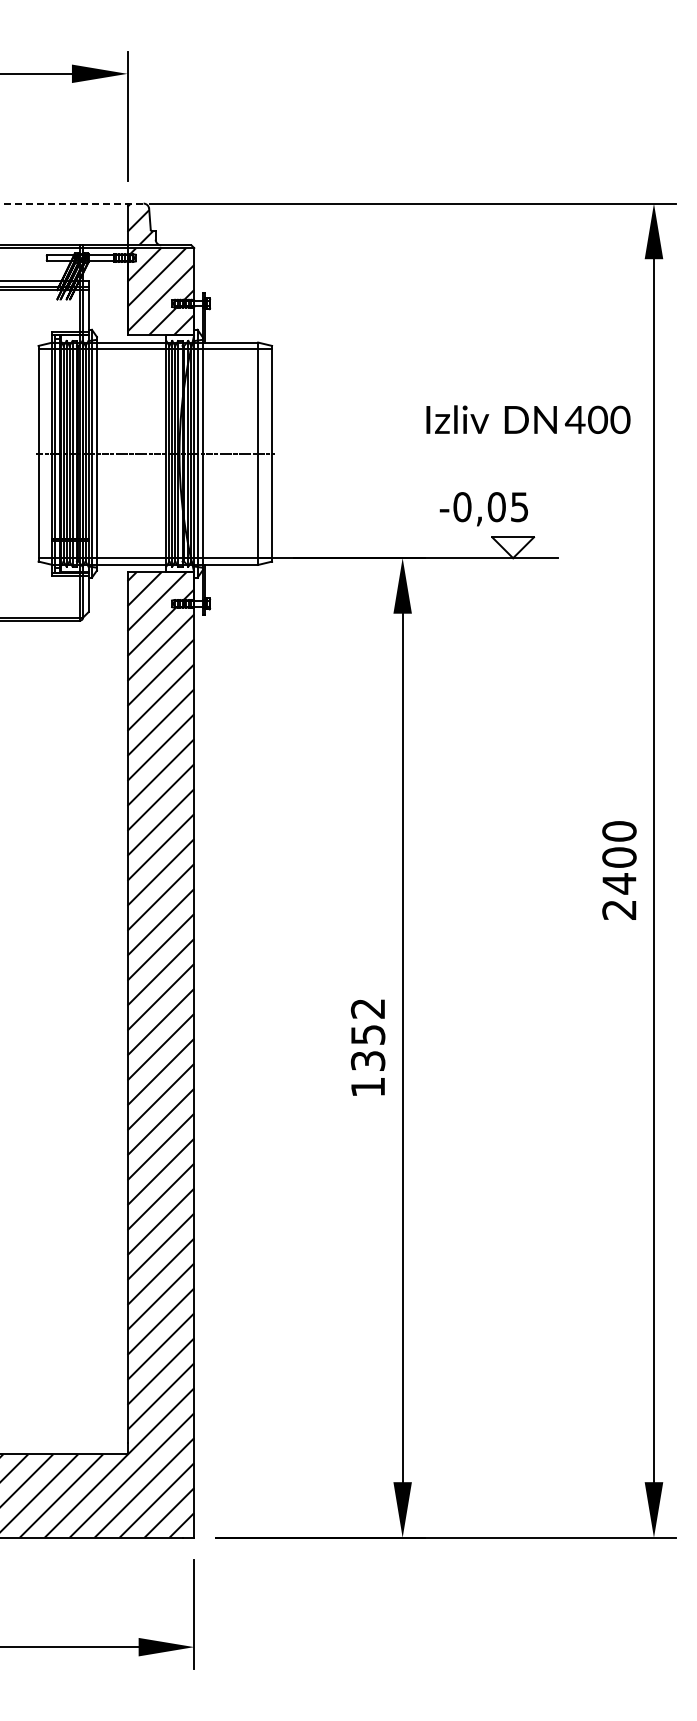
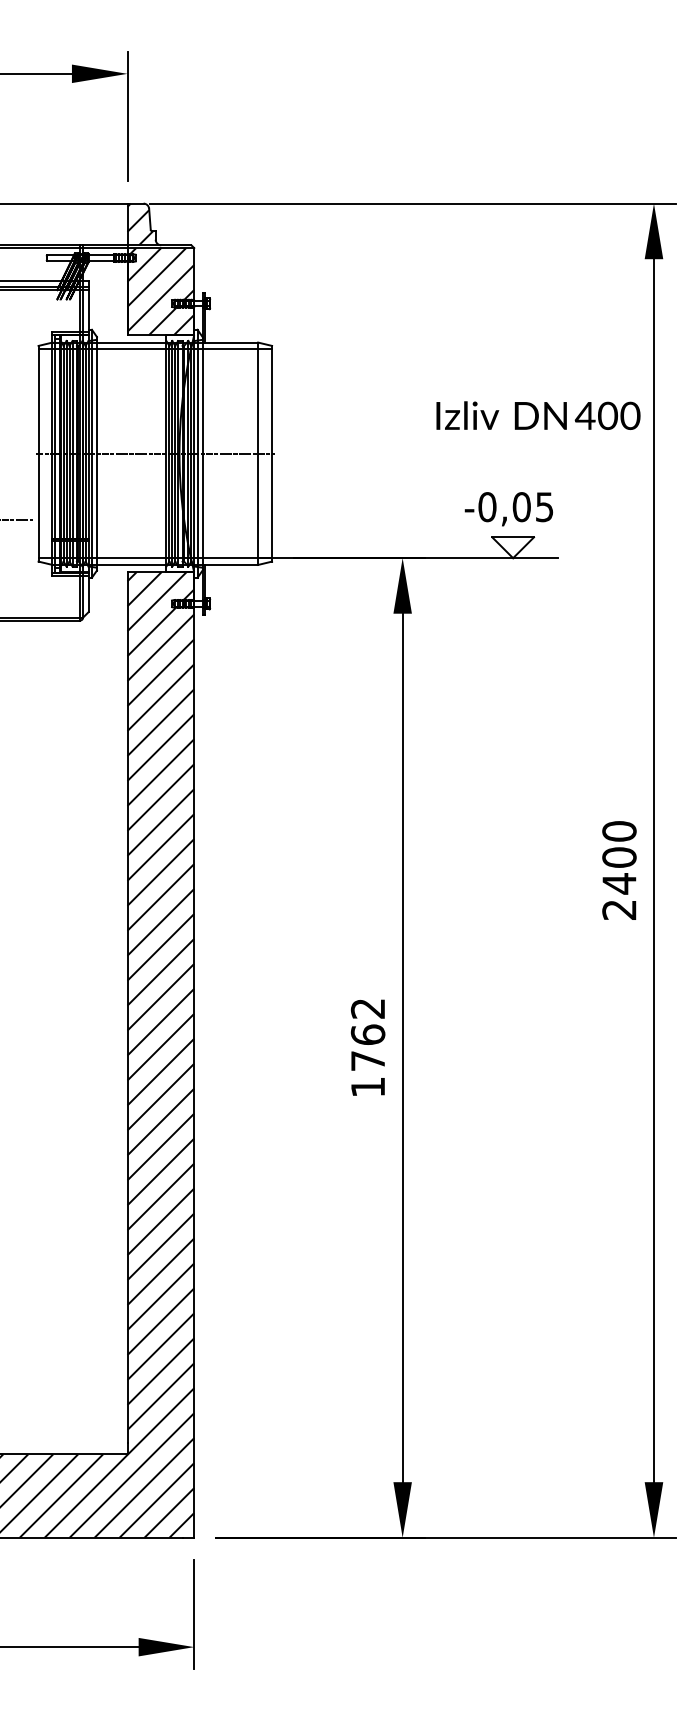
line at (72, 203): dashed -> solid
text at (528, 419) position: (528, 419) -> (538, 415)
text at (483, 509) position: (483, 509) -> (508, 509)
line at (17, 520): none -> present
text at (367, 1047): 1352 -> 1762
